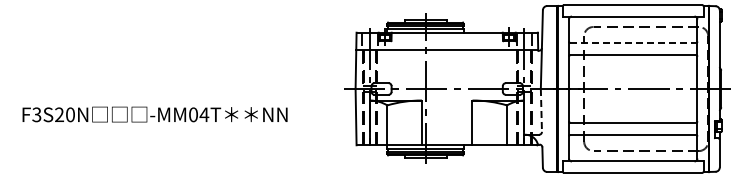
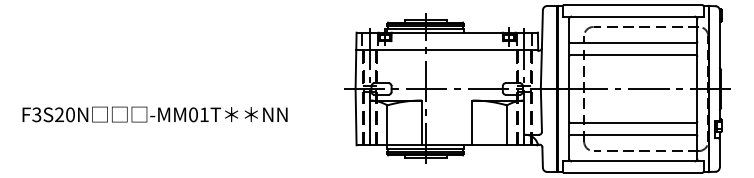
line at (633, 42): dashed -> solid
line at (541, 110): dashed -> solid
text at (204, 114): -MM04T -> -MM01T
